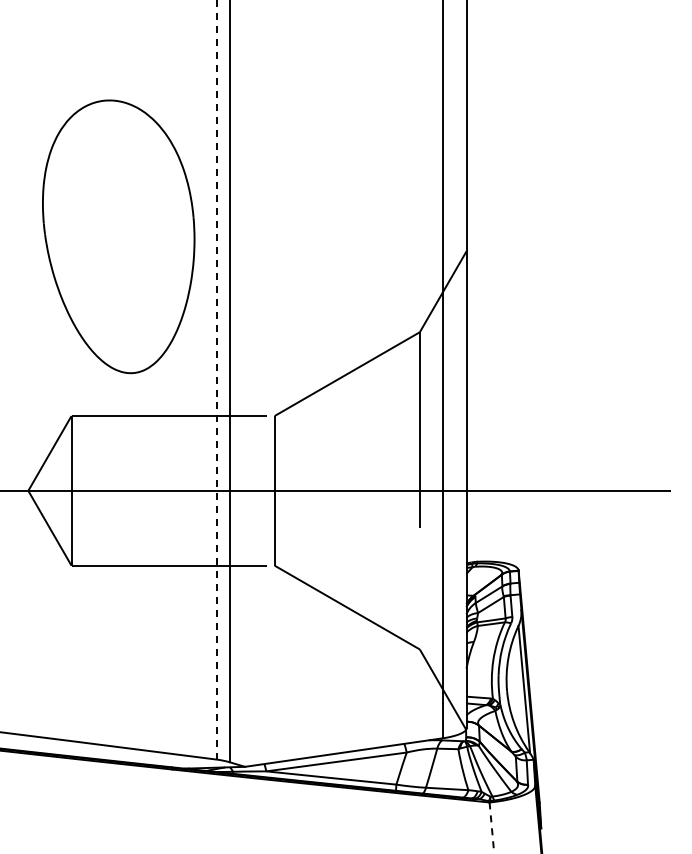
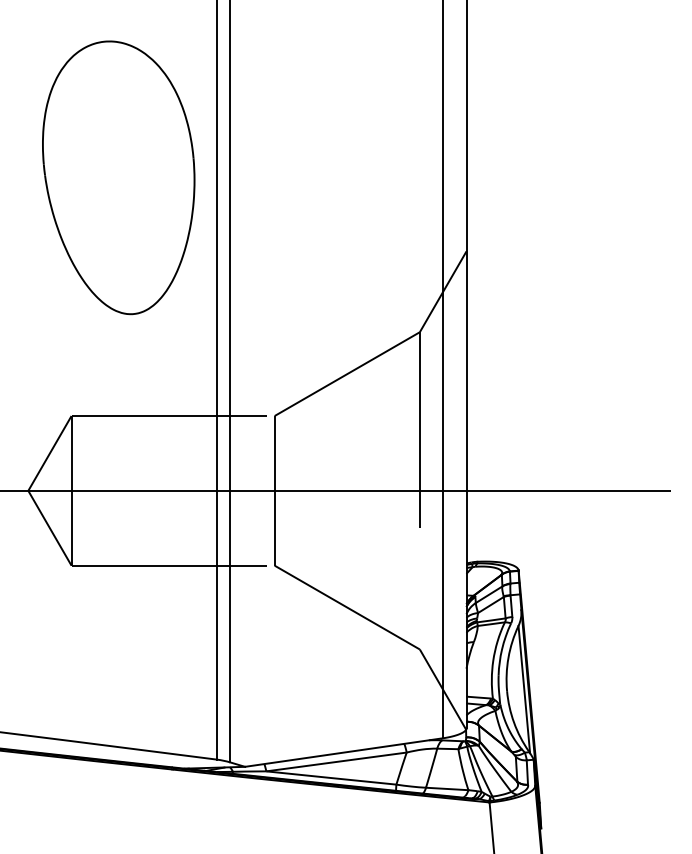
part at (118, 236) position: (118, 236) -> (118, 177)
line at (217, 379): dashed -> solid
line at (491, 828): dashed -> solid
